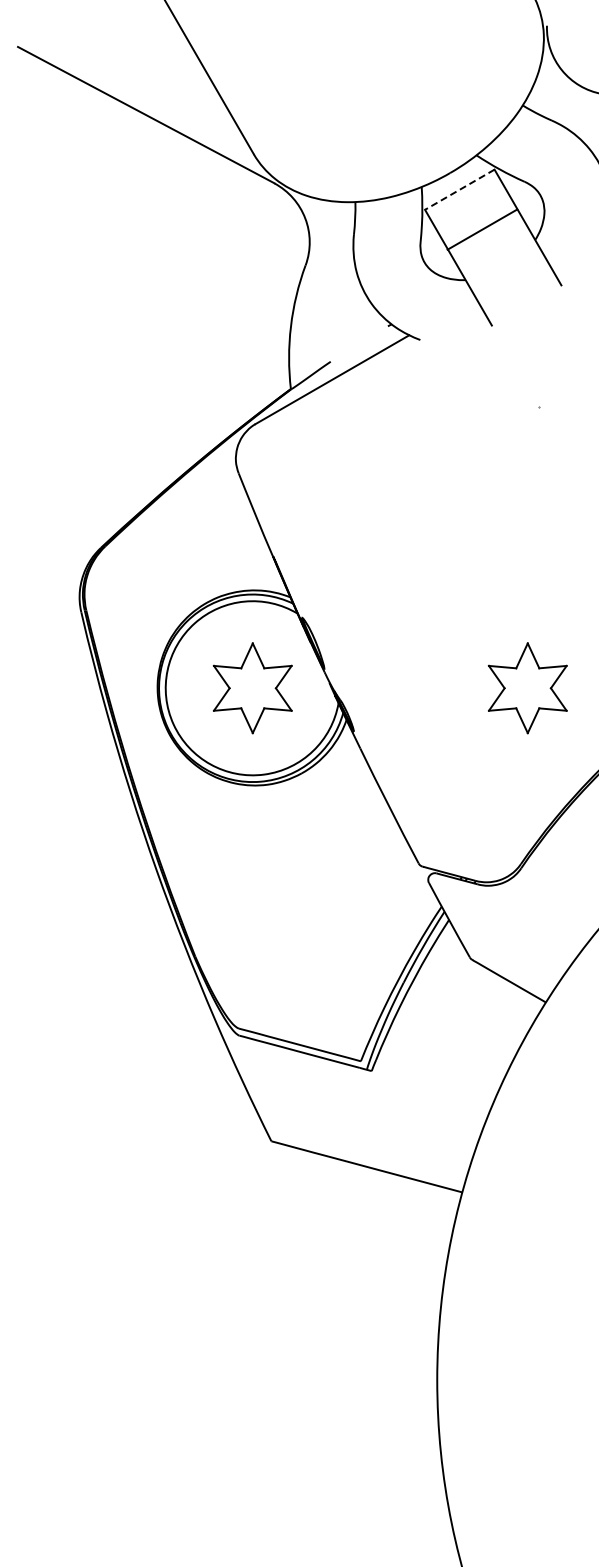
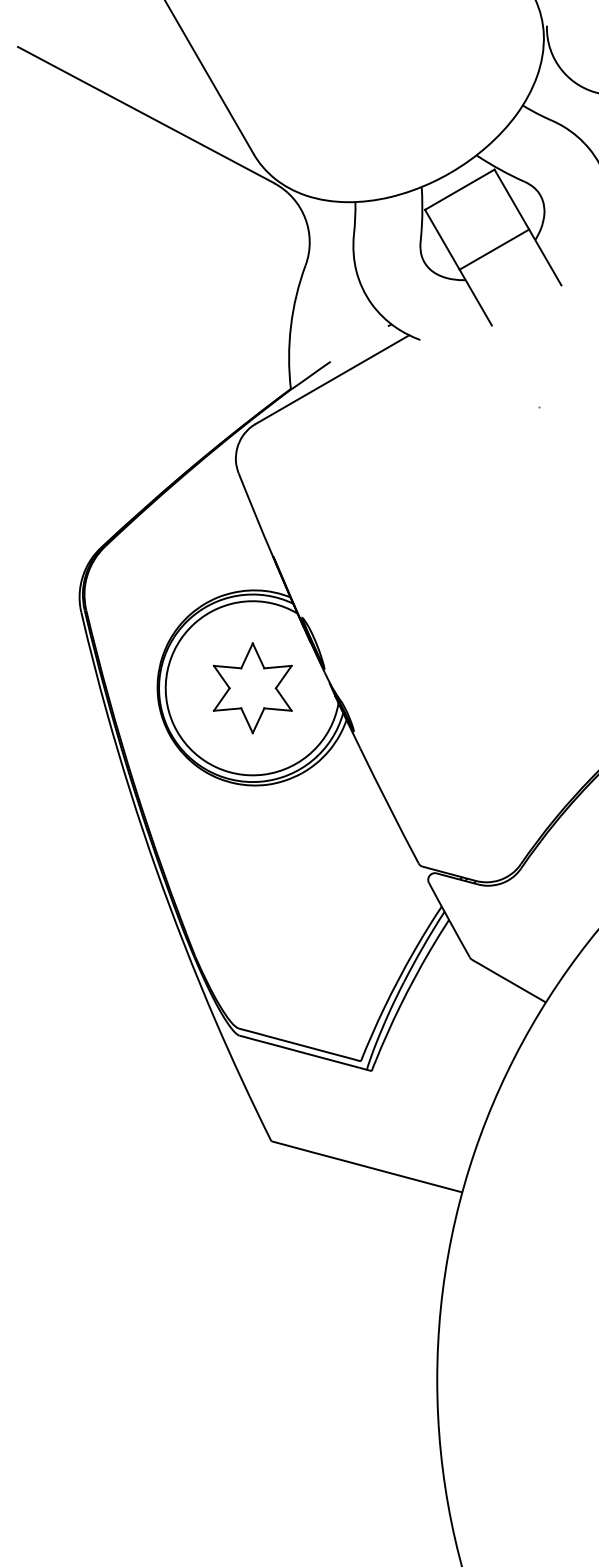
line at (459, 189): dashed -> solid
line at (482, 229) position: (482, 229) -> (494, 249)
part at (527, 688): present -> none
